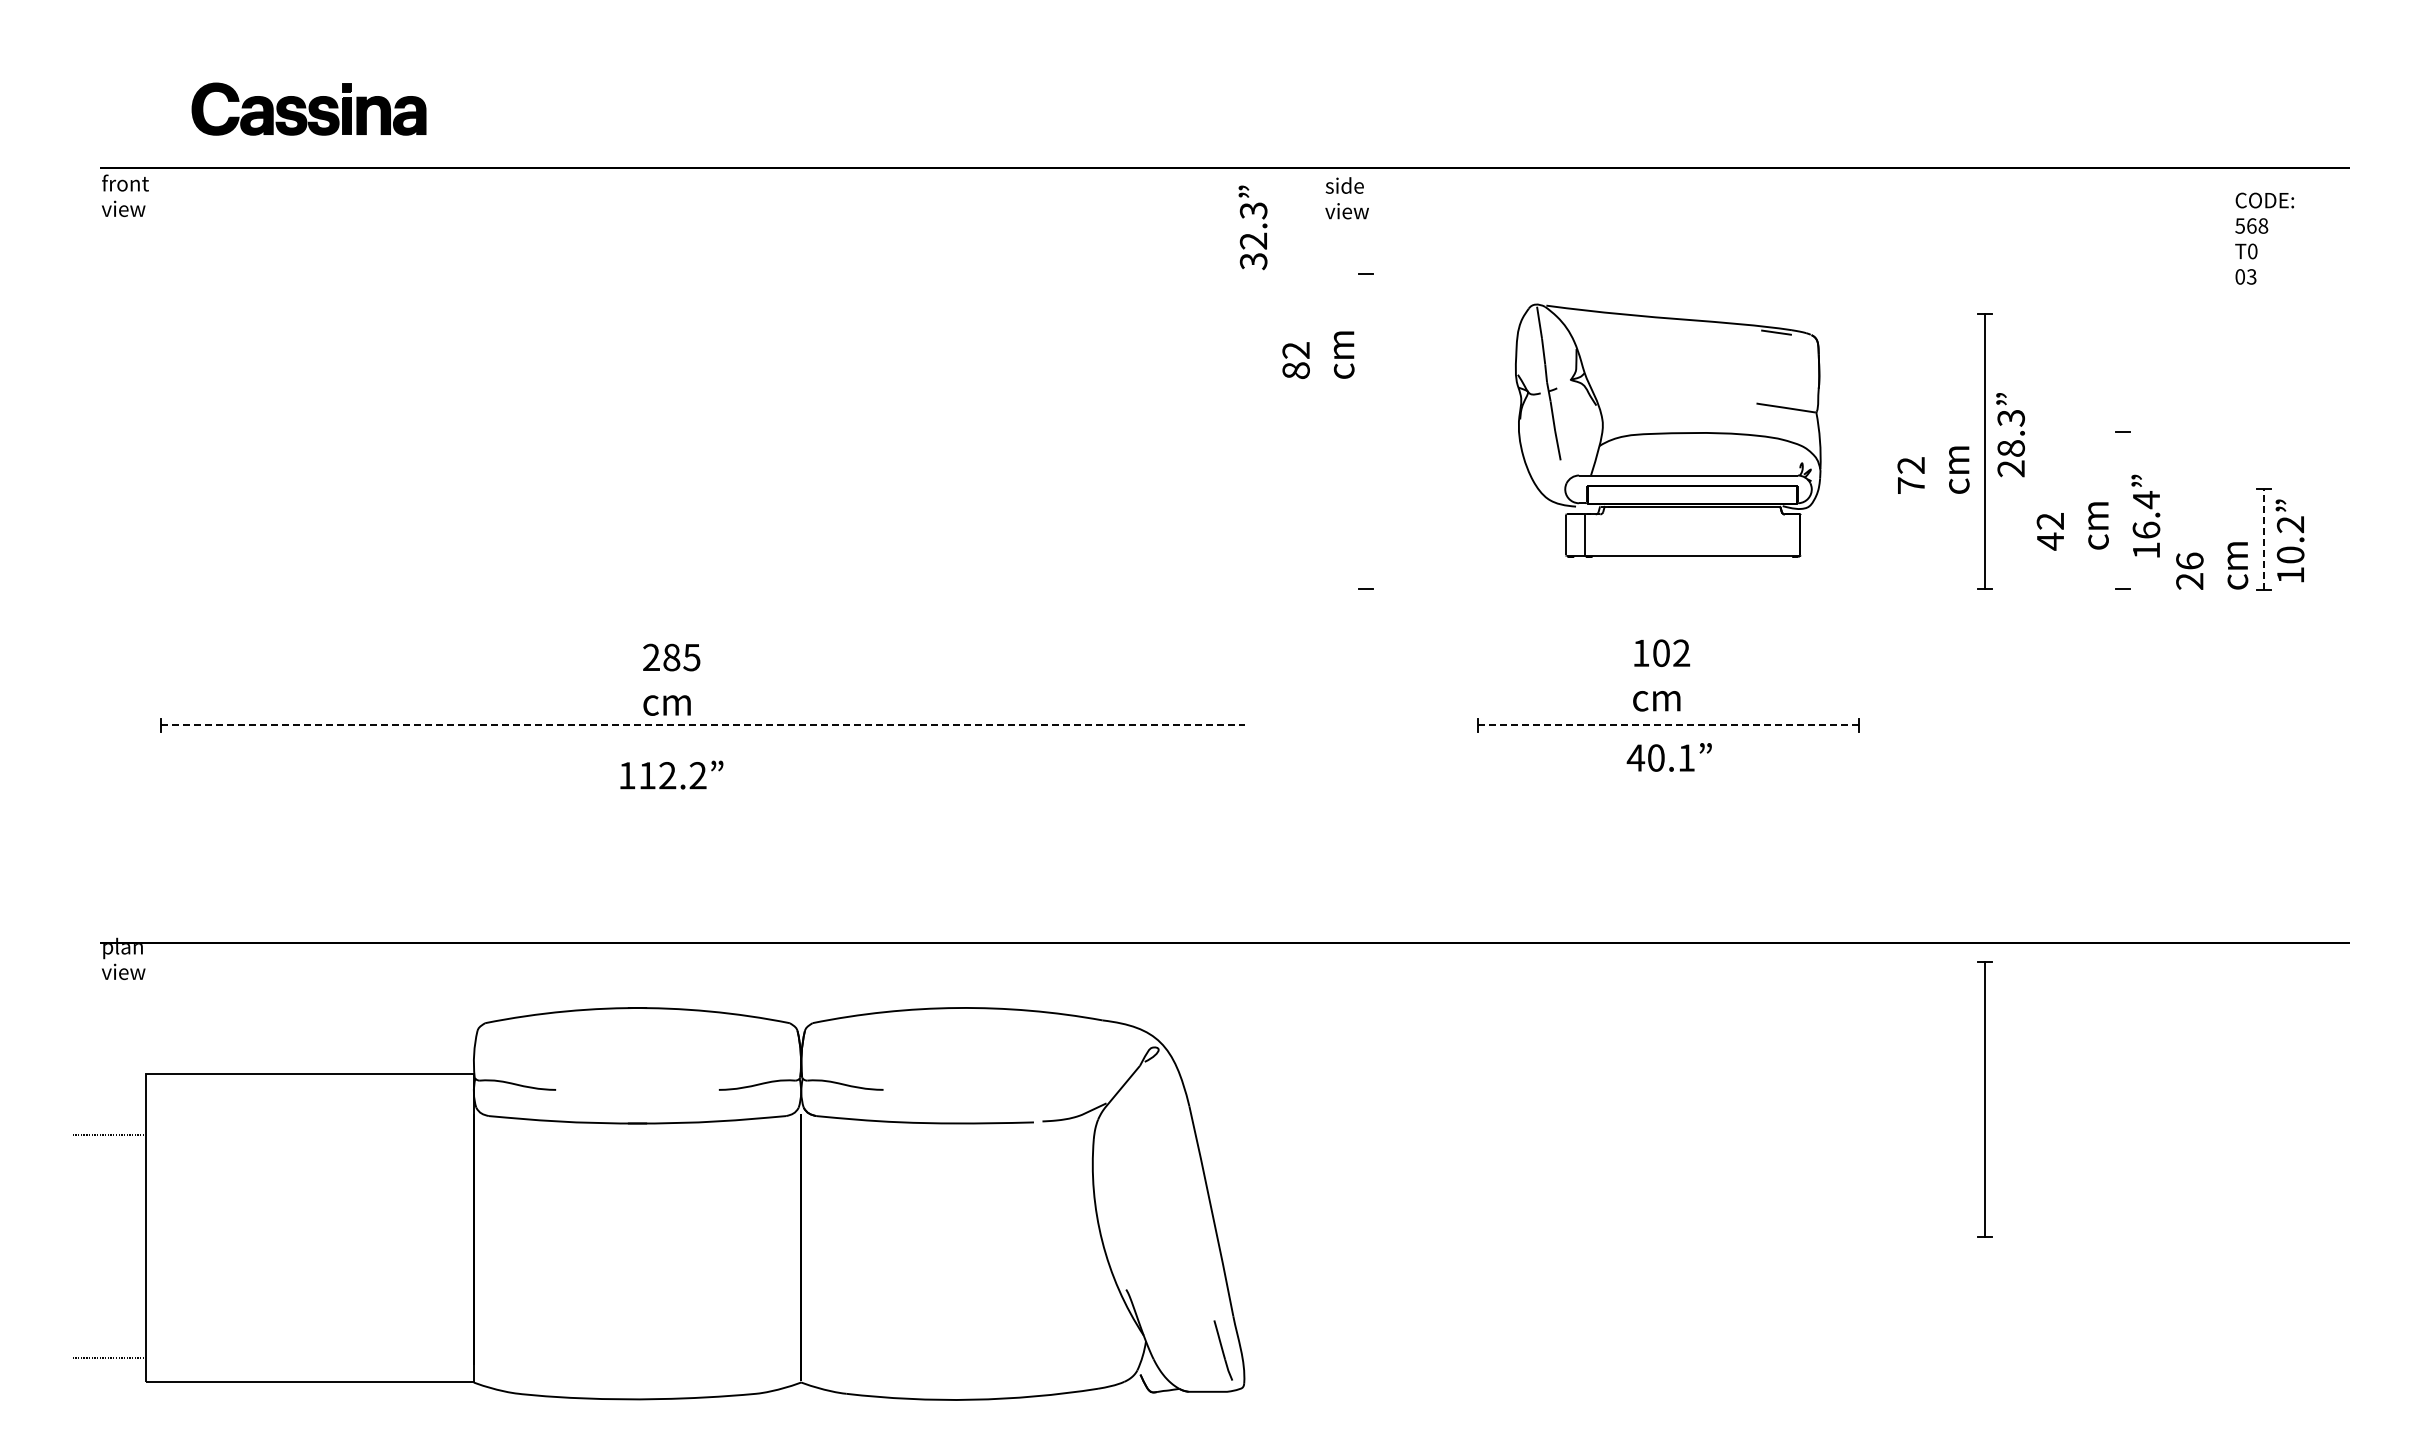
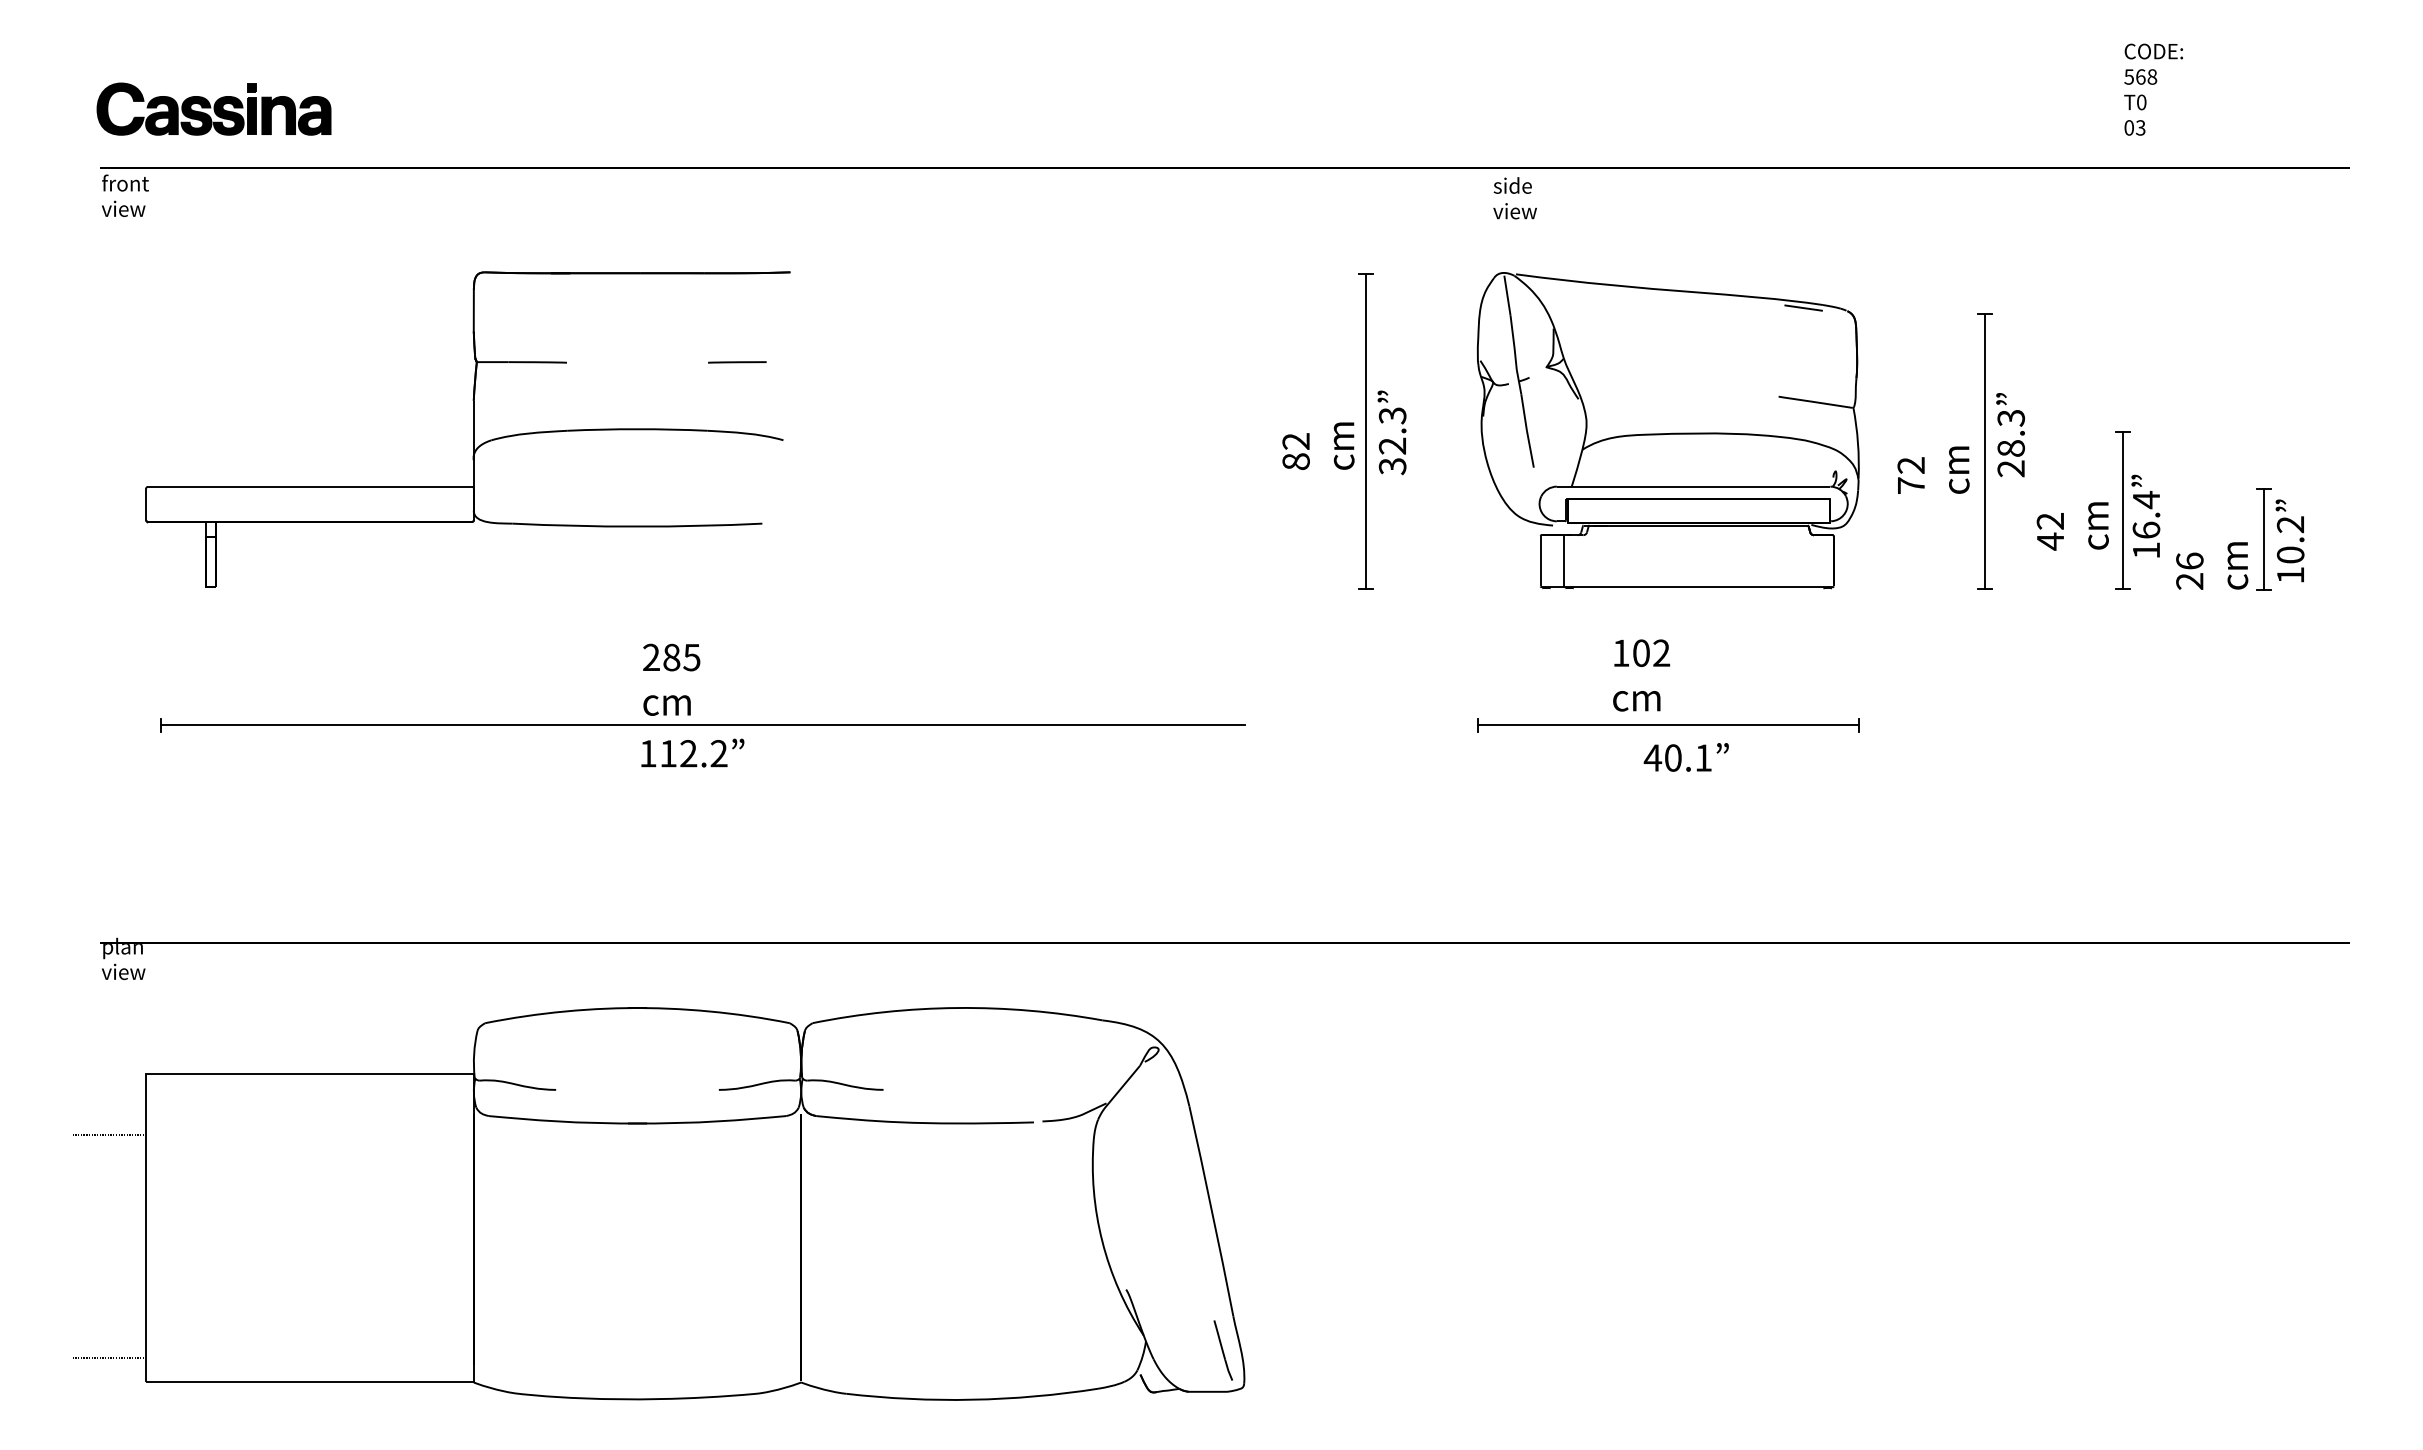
part at (308, 108) position: (308, 108) -> (213, 108)
text at (1346, 198) position: (1346, 198) -> (1514, 198)
text at (1252, 227) position: (1252, 227) -> (1391, 432)
text at (2264, 238) position: (2264, 238) -> (2153, 89)
text at (1318, 354) position: (1318, 354) -> (1318, 445)
part at (467, 429): none -> present
line at (1365, 430): none -> present
part at (1668, 430) size: 307x255 px -> 384x318 px
line at (2122, 510): none -> present
line at (2263, 539): dashed -> solid
text at (1661, 675) position: (1661, 675) -> (1641, 675)
line at (703, 725): dashed -> solid
line at (1668, 725): dashed -> solid
text at (1668, 757) position: (1668, 757) -> (1685, 757)
text at (671, 774) position: (671, 774) -> (692, 752)
part at (1984, 1099): present -> none
